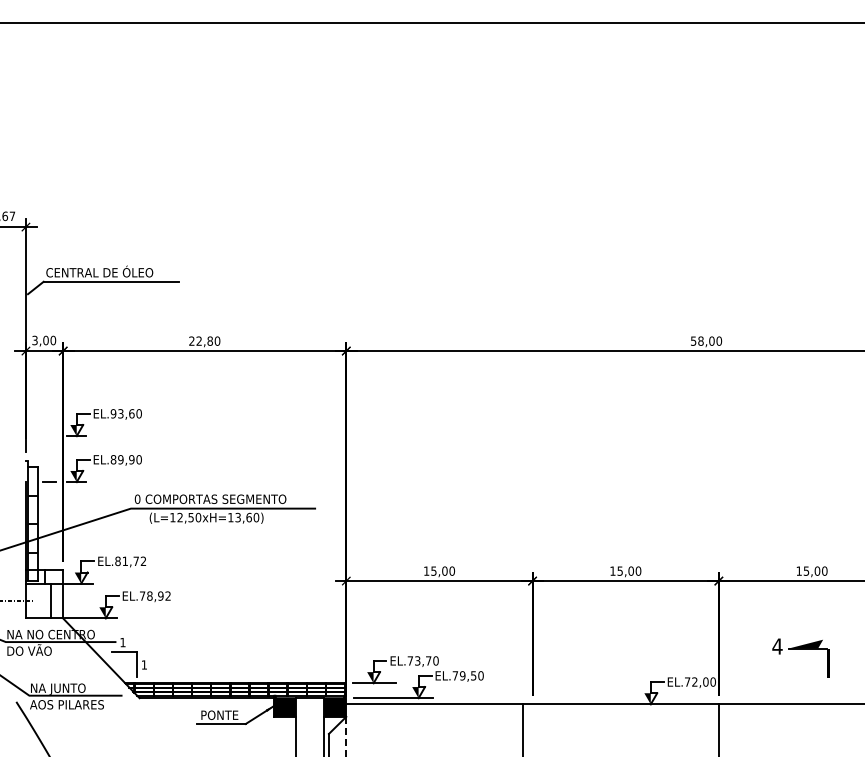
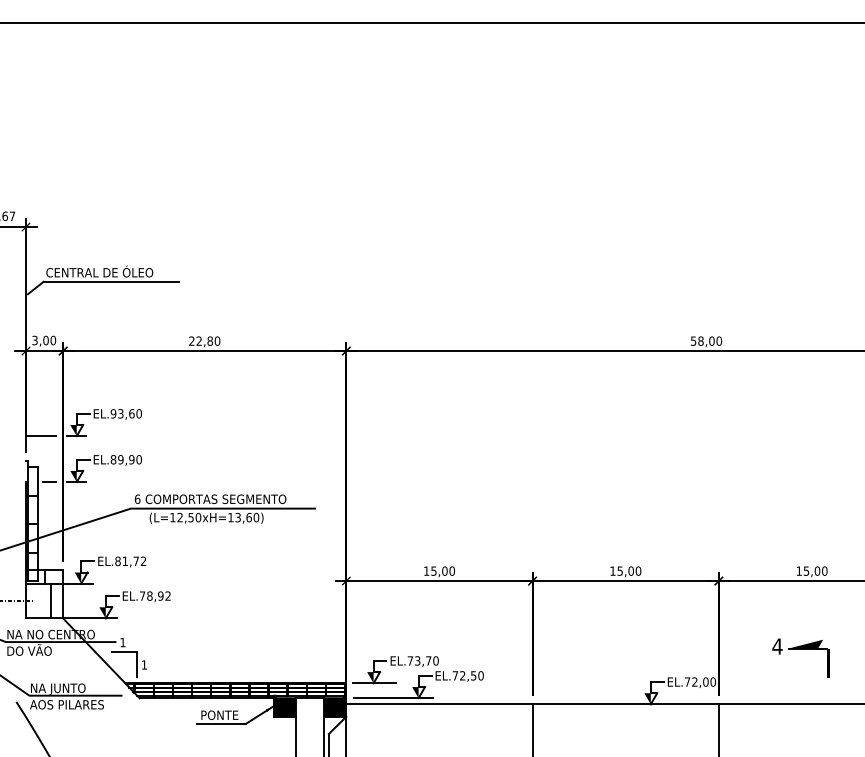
line at (42, 436): none -> present
text at (137, 498): 0 -> 6
text at (462, 675): EL.79,50 -> EL.72,50
line at (522, 728) position: (522, 728) -> (532, 728)
line at (346, 736): dashed -> solid
